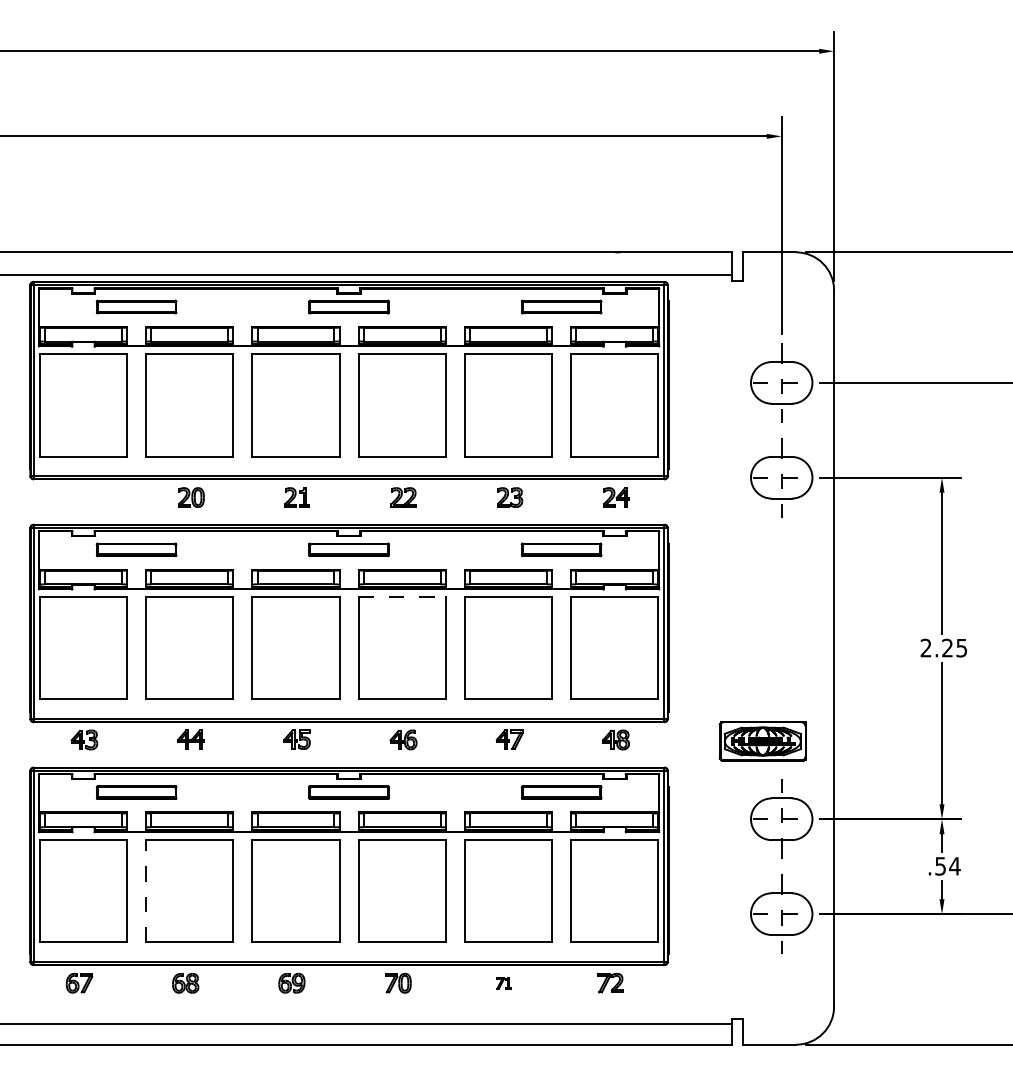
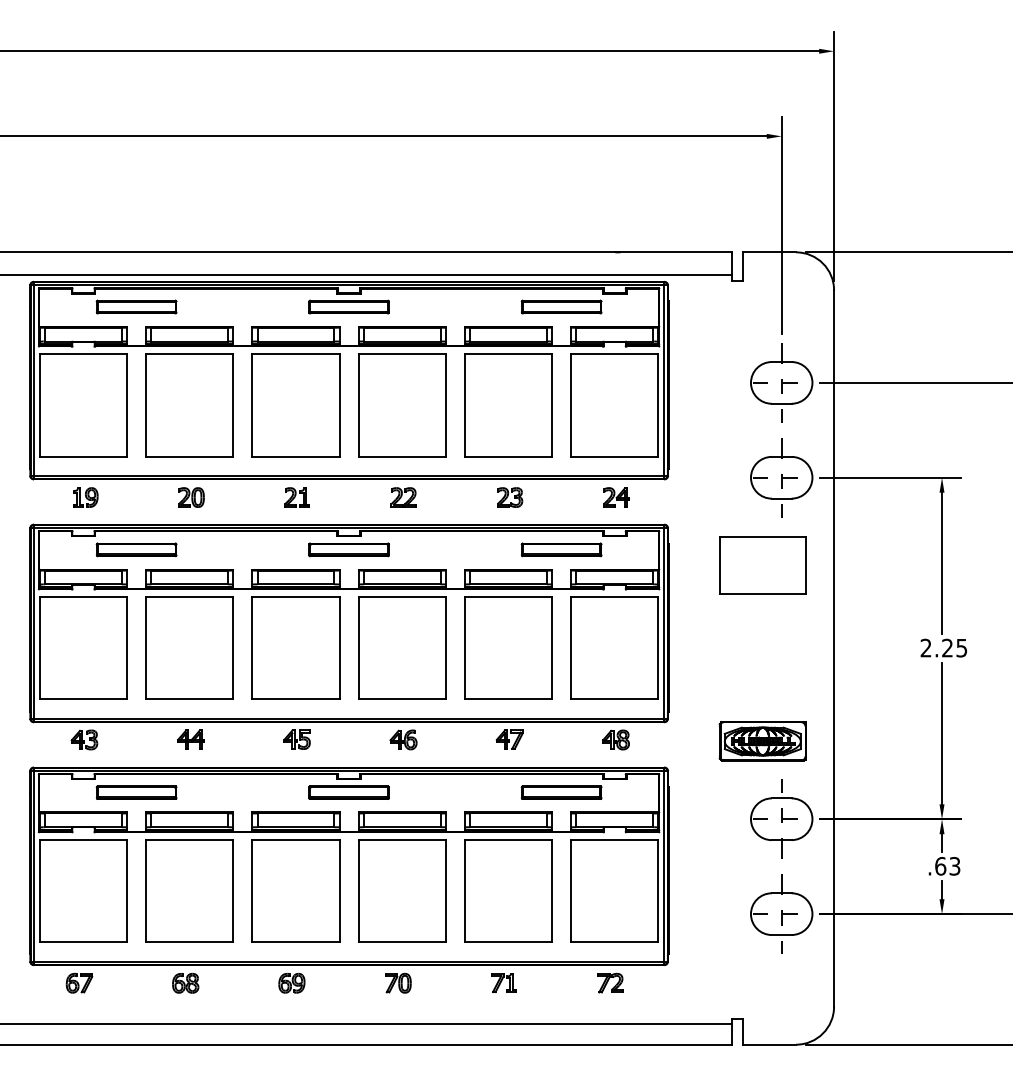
part at (85, 497): none -> present
part at (762, 565): none -> present
line at (402, 596): dashed -> solid
text at (947, 866): .54 -> .63
line at (146, 890): dashed -> solid
part at (503, 983) size: 16x13 px -> 26x21 px
